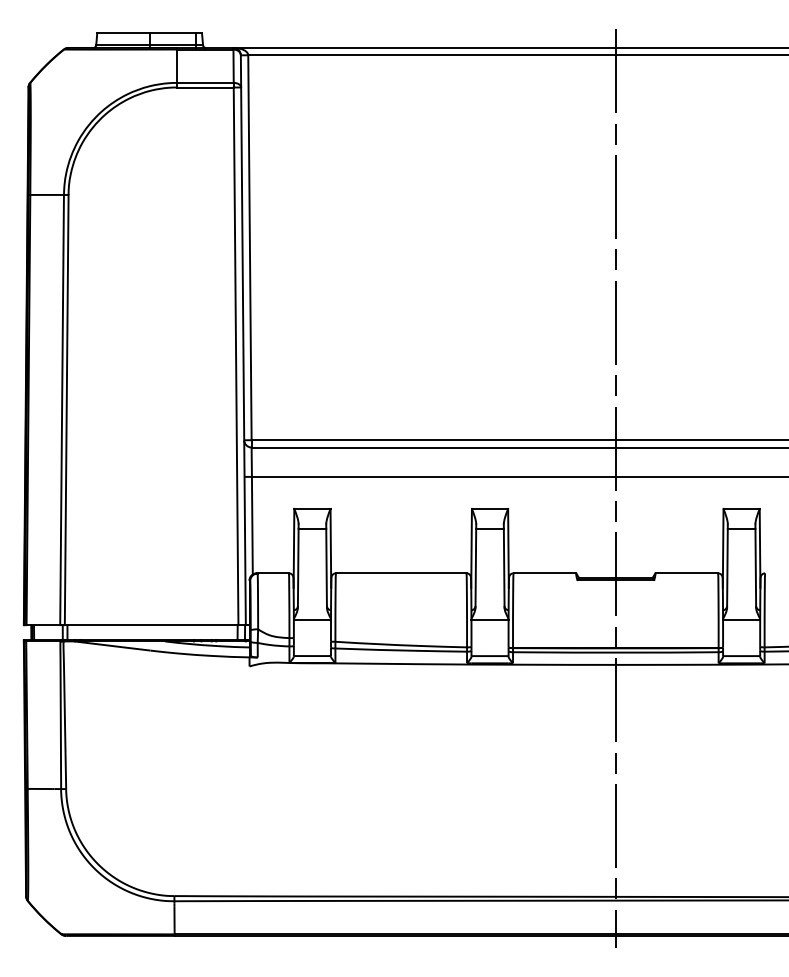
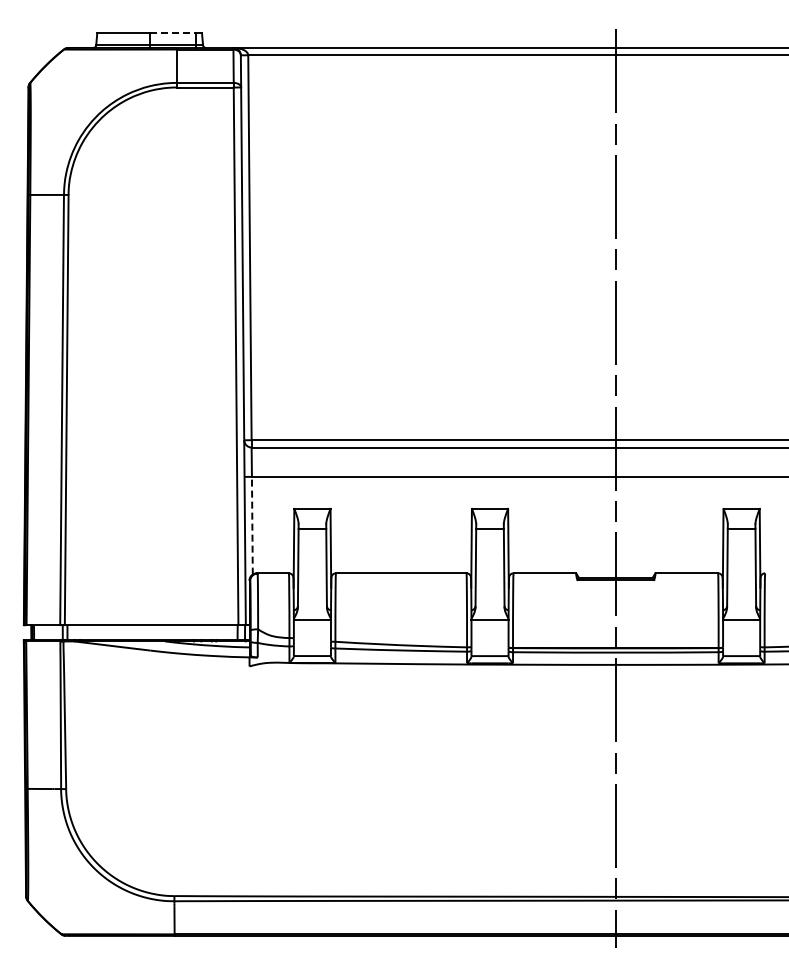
line at (173, 33): solid -> dashed
line at (252, 525): solid -> dashed
